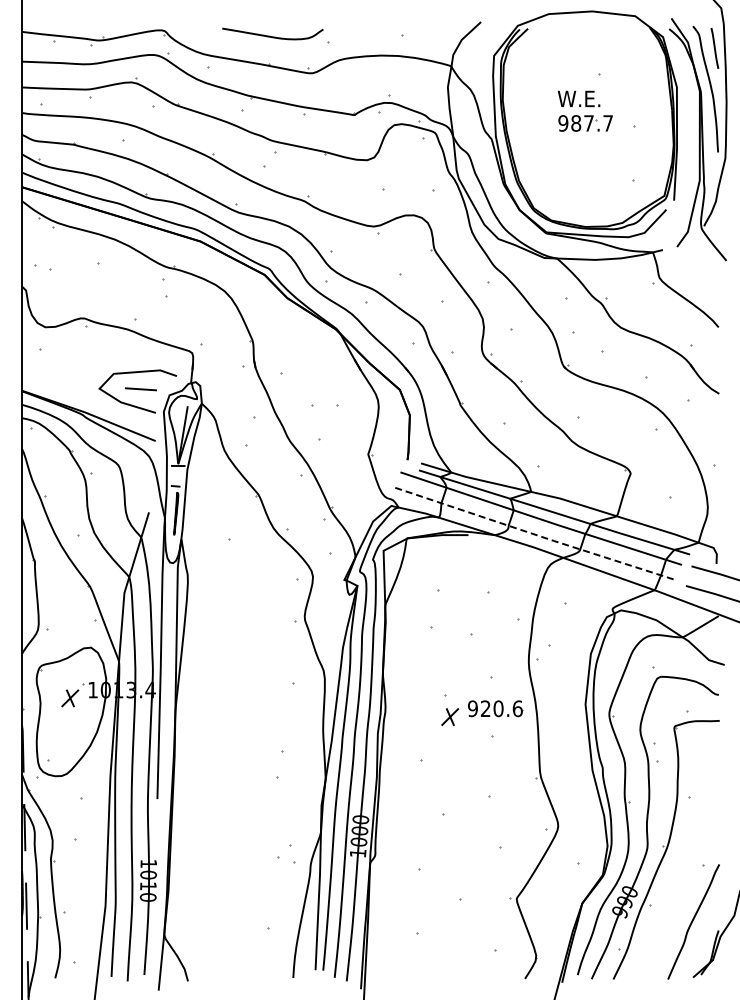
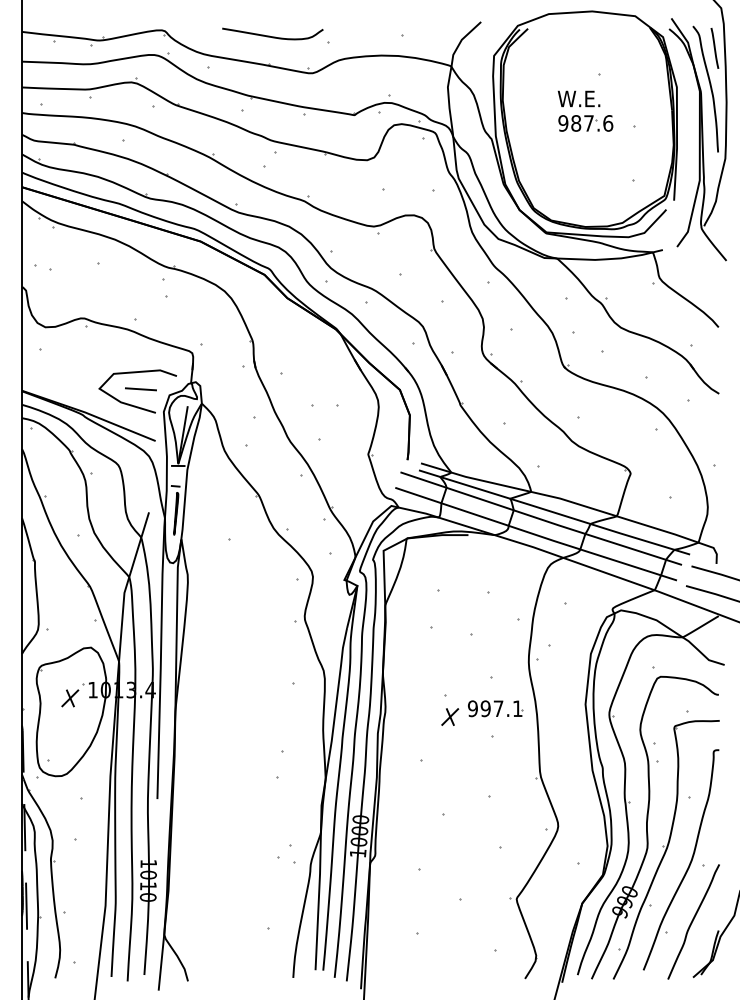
text at (608, 123): 987.7 -> 987.6
line at (536, 535): dashed -> solid
text at (501, 708): 920.6 -> 997.1
part at (689, 862): none -> present
